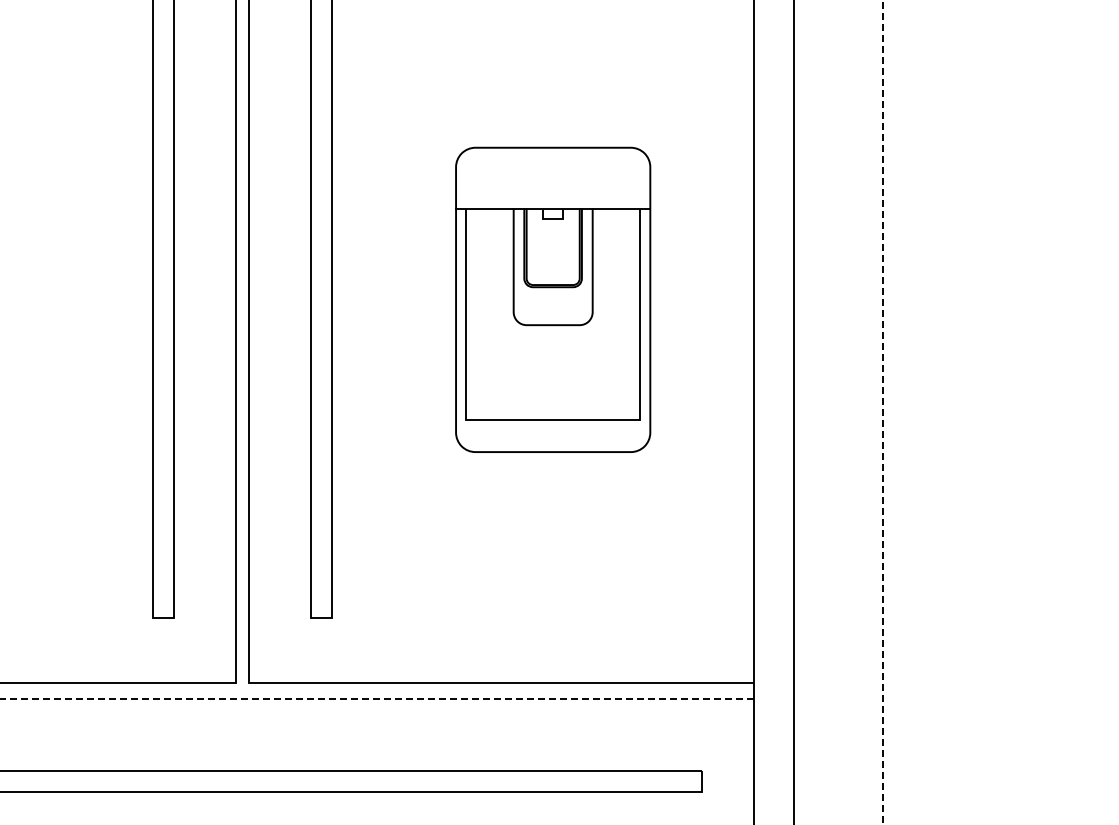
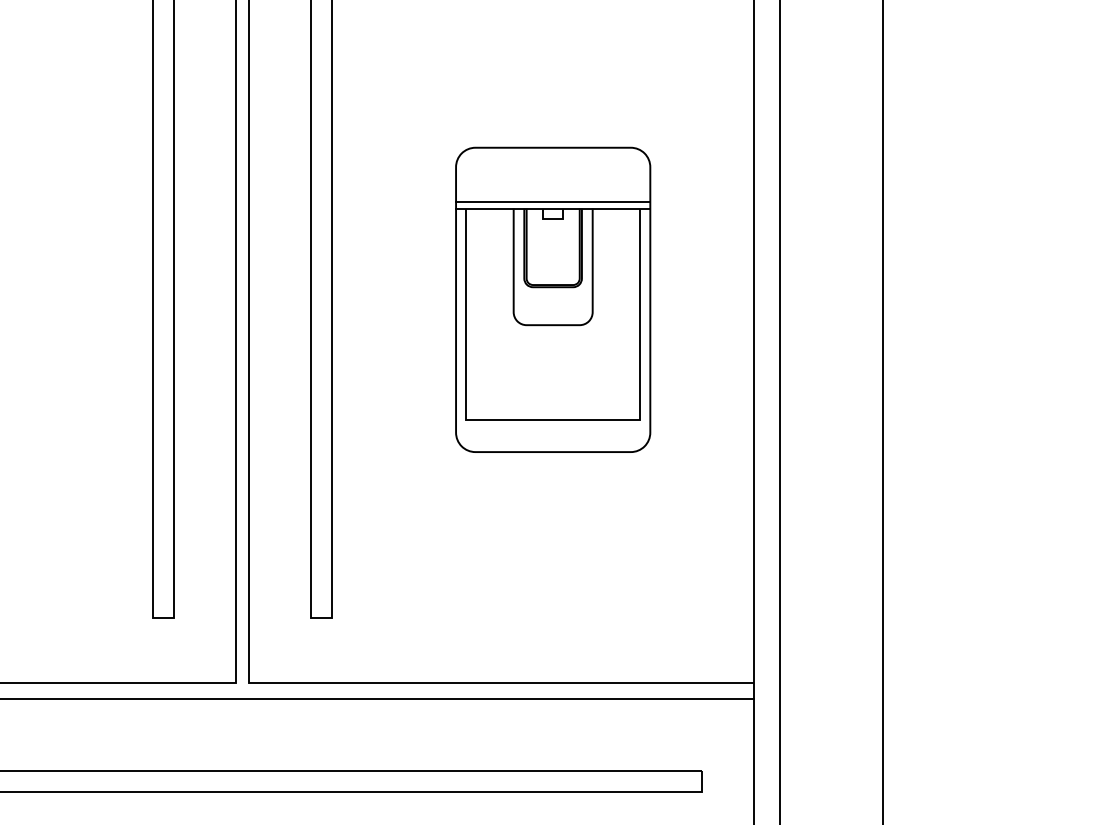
line at (553, 202): none -> present
line at (793, 411) position: (793, 411) -> (779, 411)
line at (883, 412): dashed -> solid
line at (377, 699): dashed -> solid
